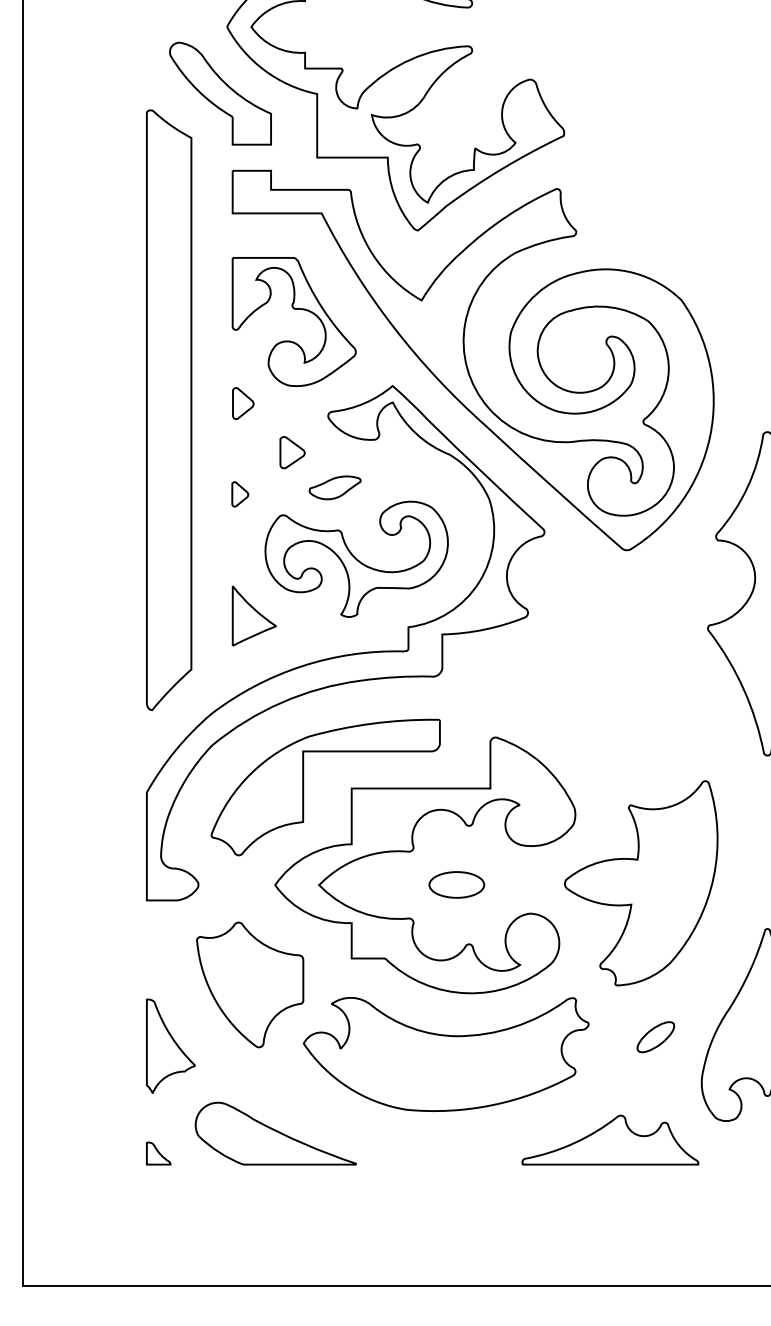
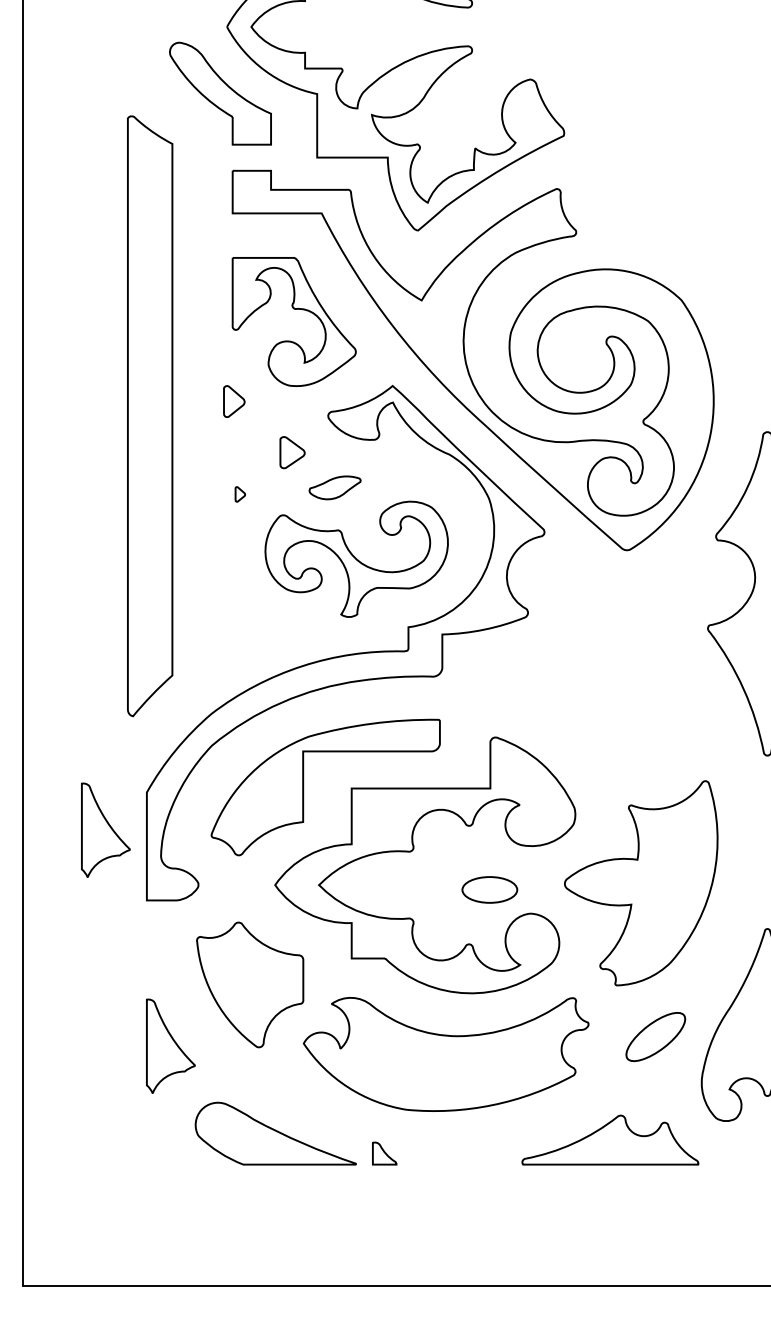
part at (243, 403) position: (243, 403) -> (234, 401)
part at (169, 410) position: (169, 410) -> (150, 416)
part at (240, 494) size: 19x27 px -> 12x17 px
part at (253, 615): present -> none
part at (105, 829): none -> present
part at (456, 884) position: (456, 884) -> (489, 889)
part at (655, 1037) size: 40x33 px -> 62x51 px
part at (158, 1153) position: (158, 1153) -> (384, 1153)
